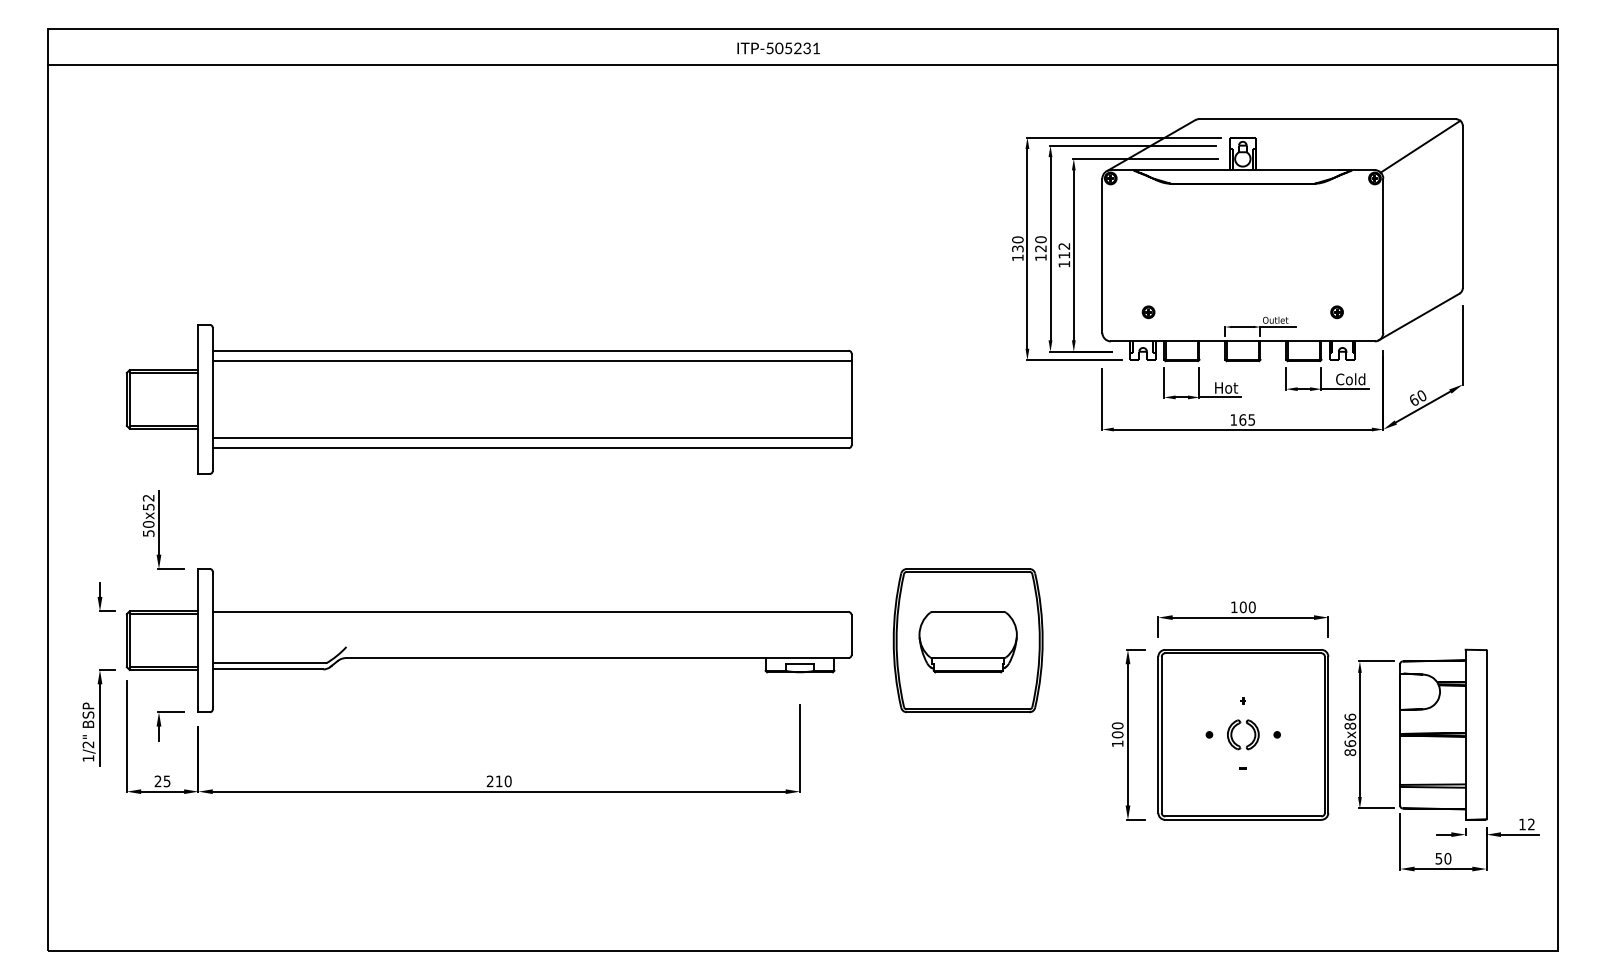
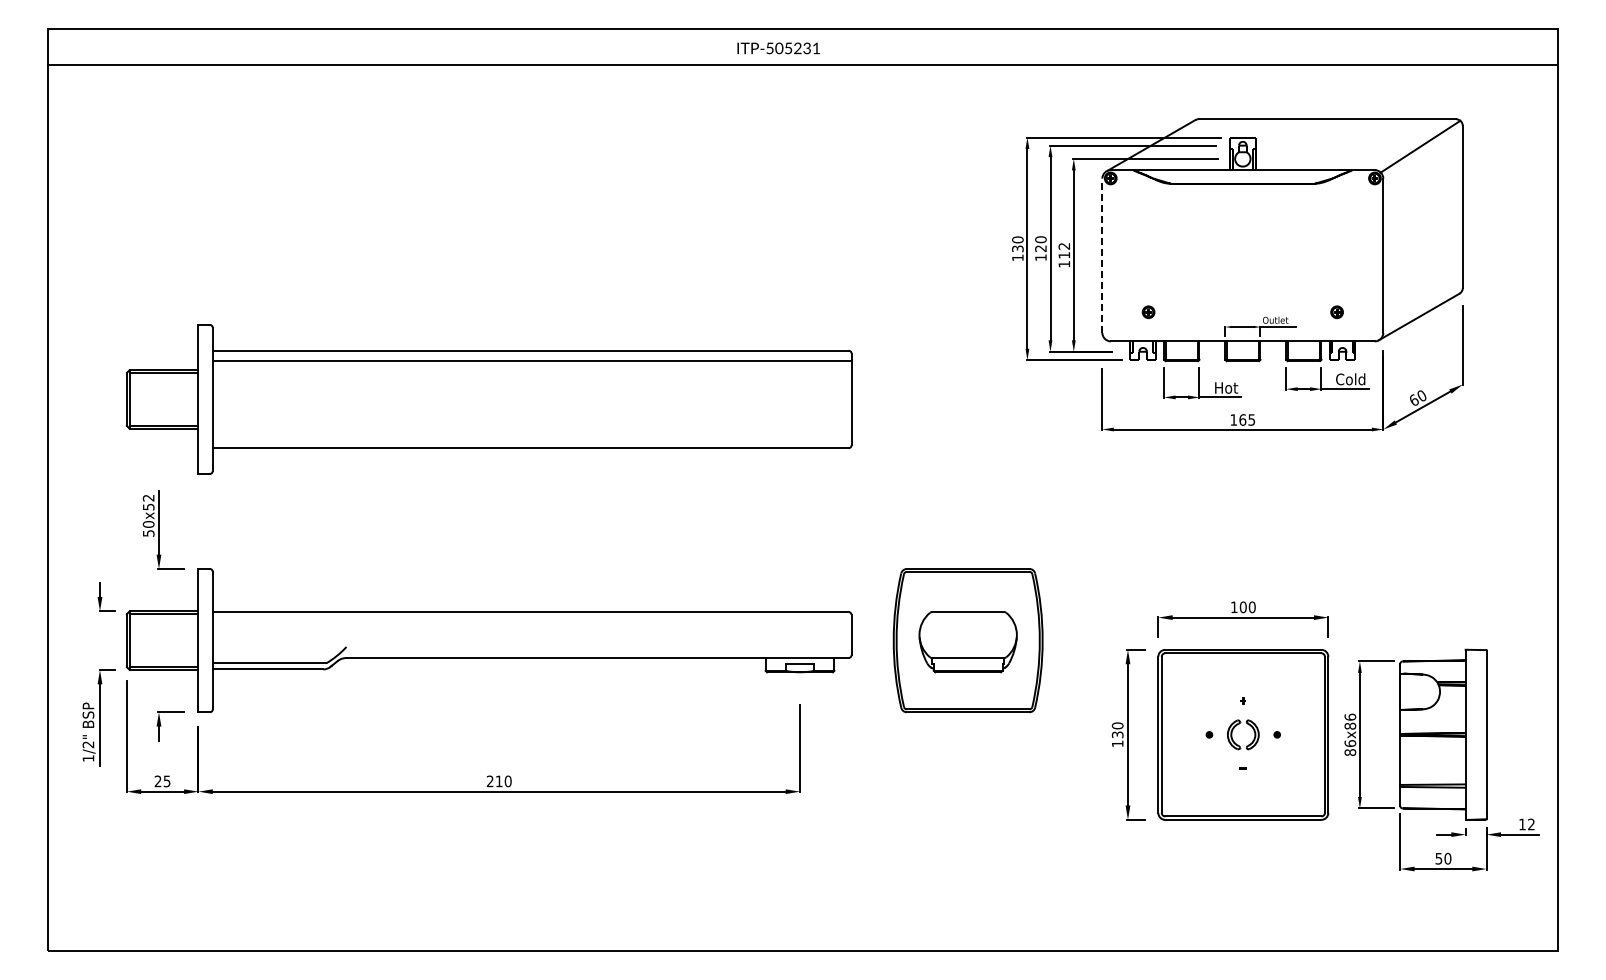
line at (1102, 255): solid -> dashed
line at (531, 437): present -> none
text at (1117, 734): 100 -> 130
